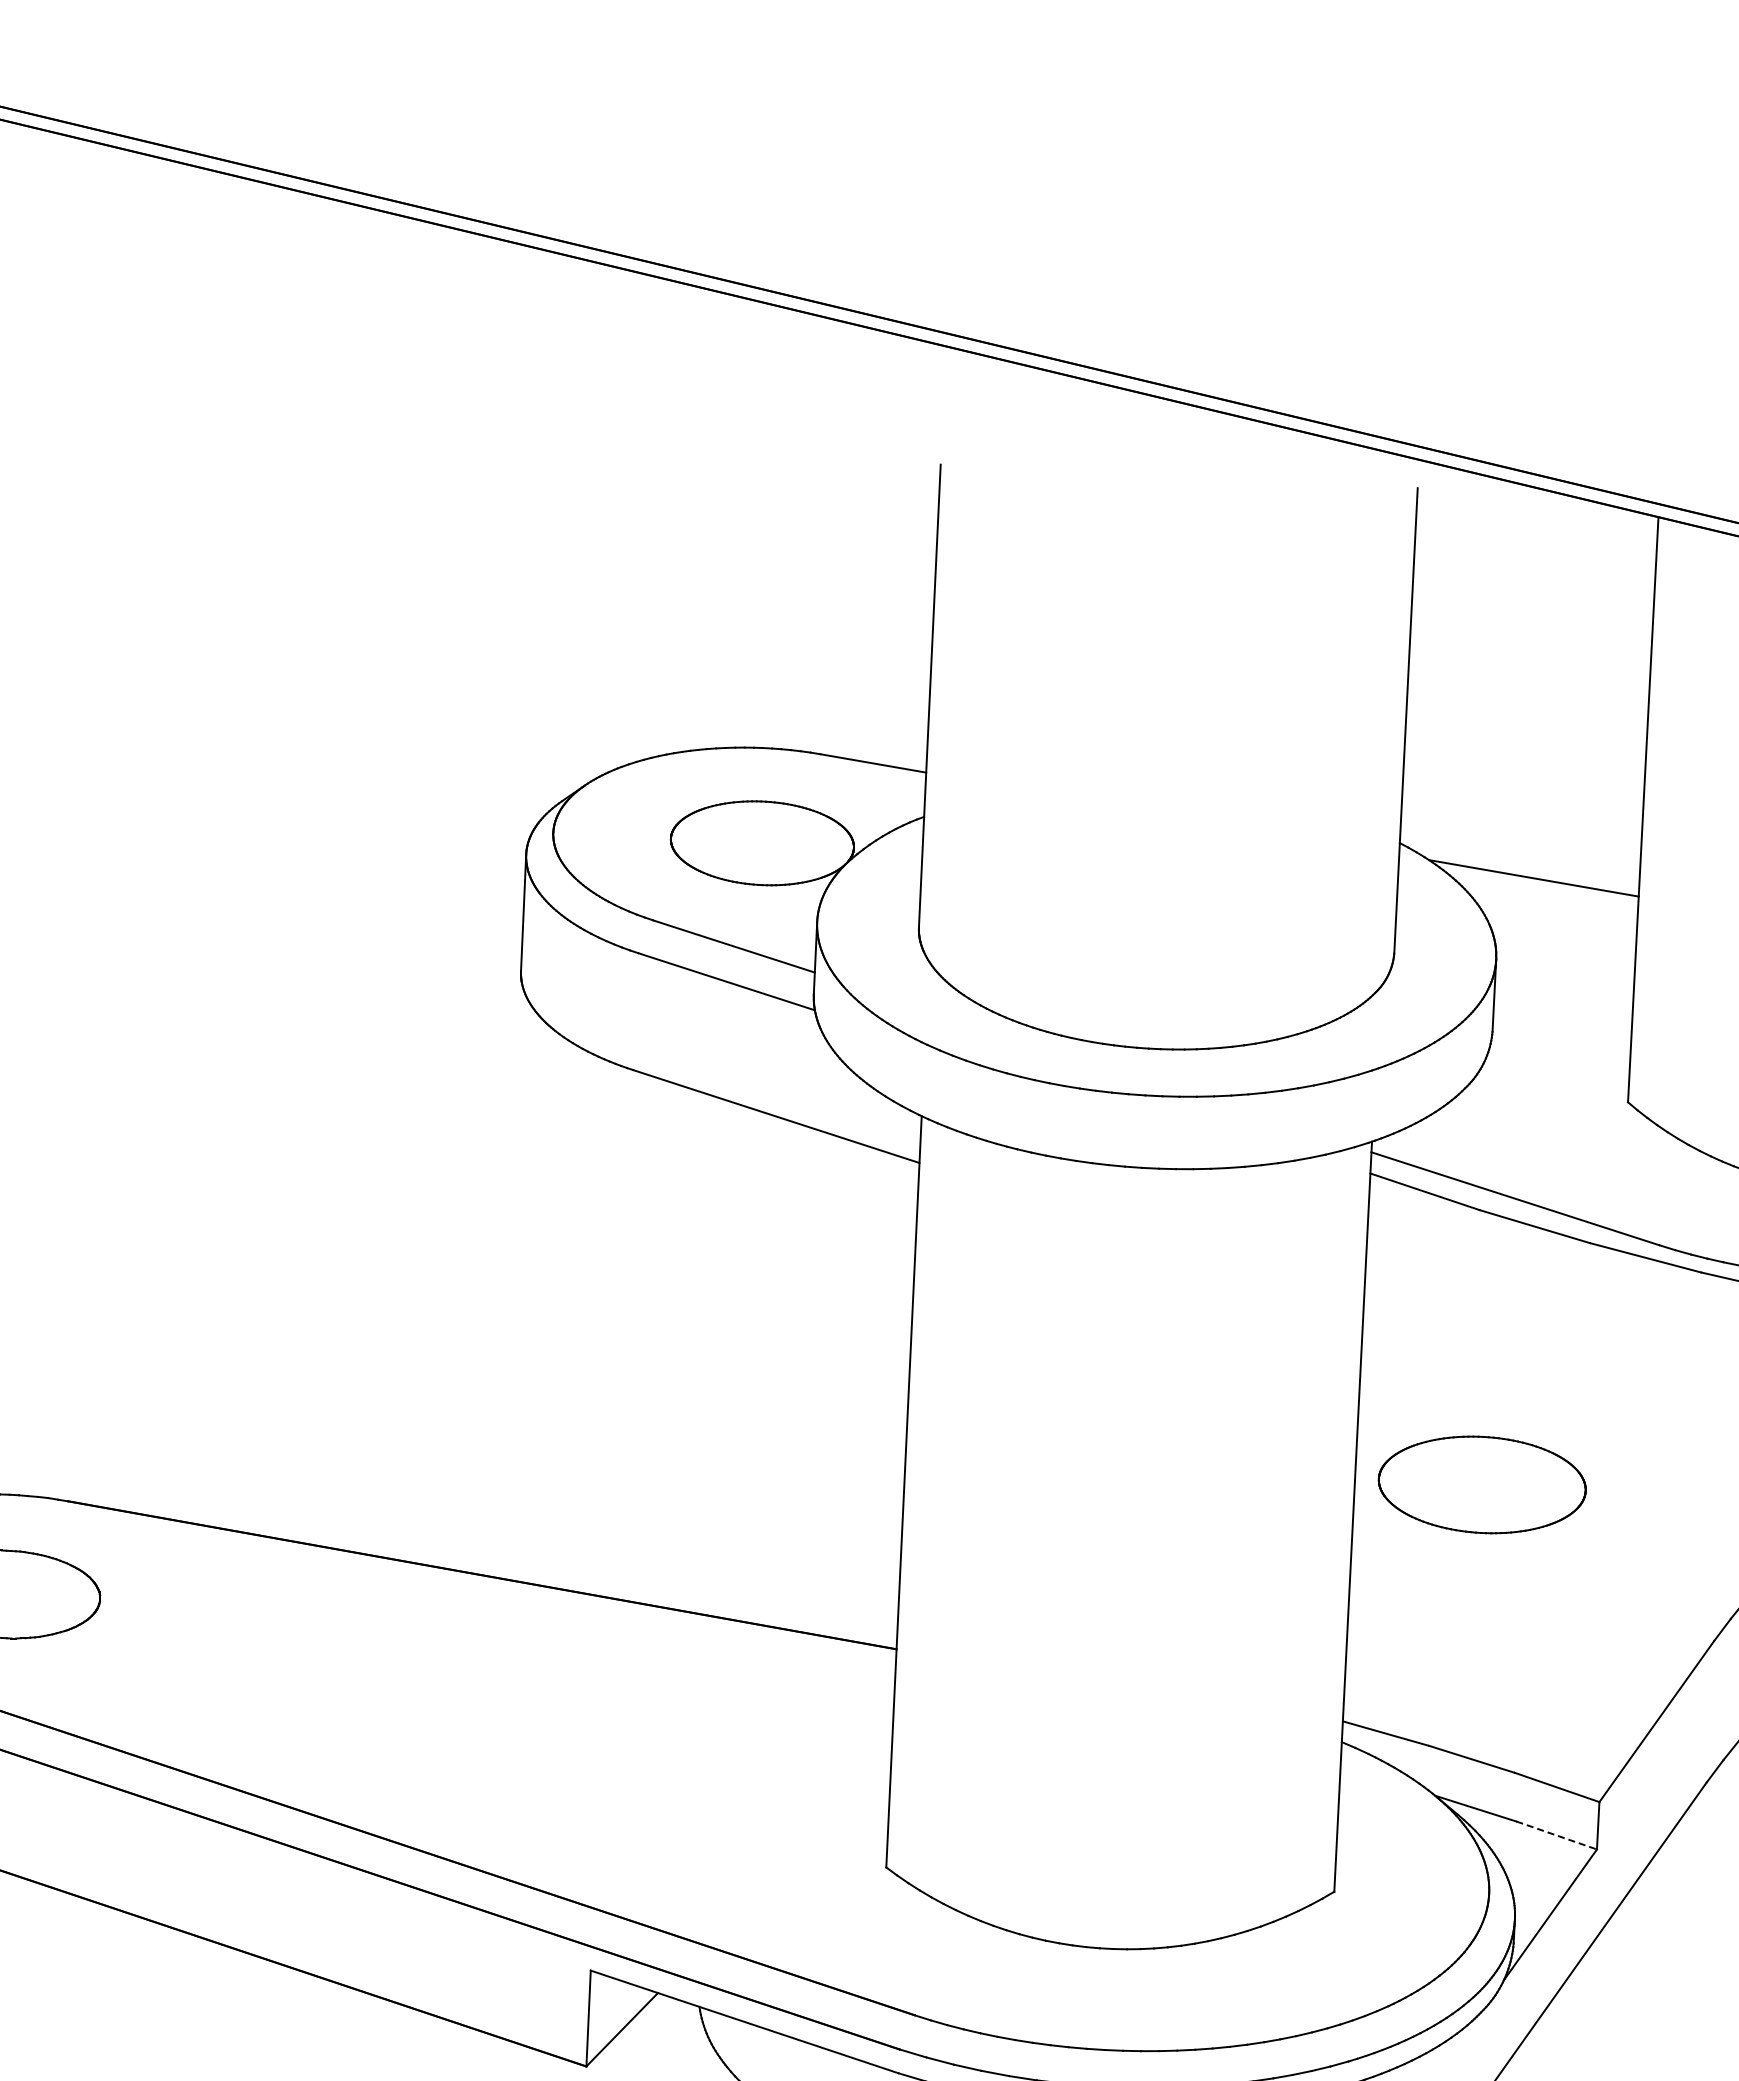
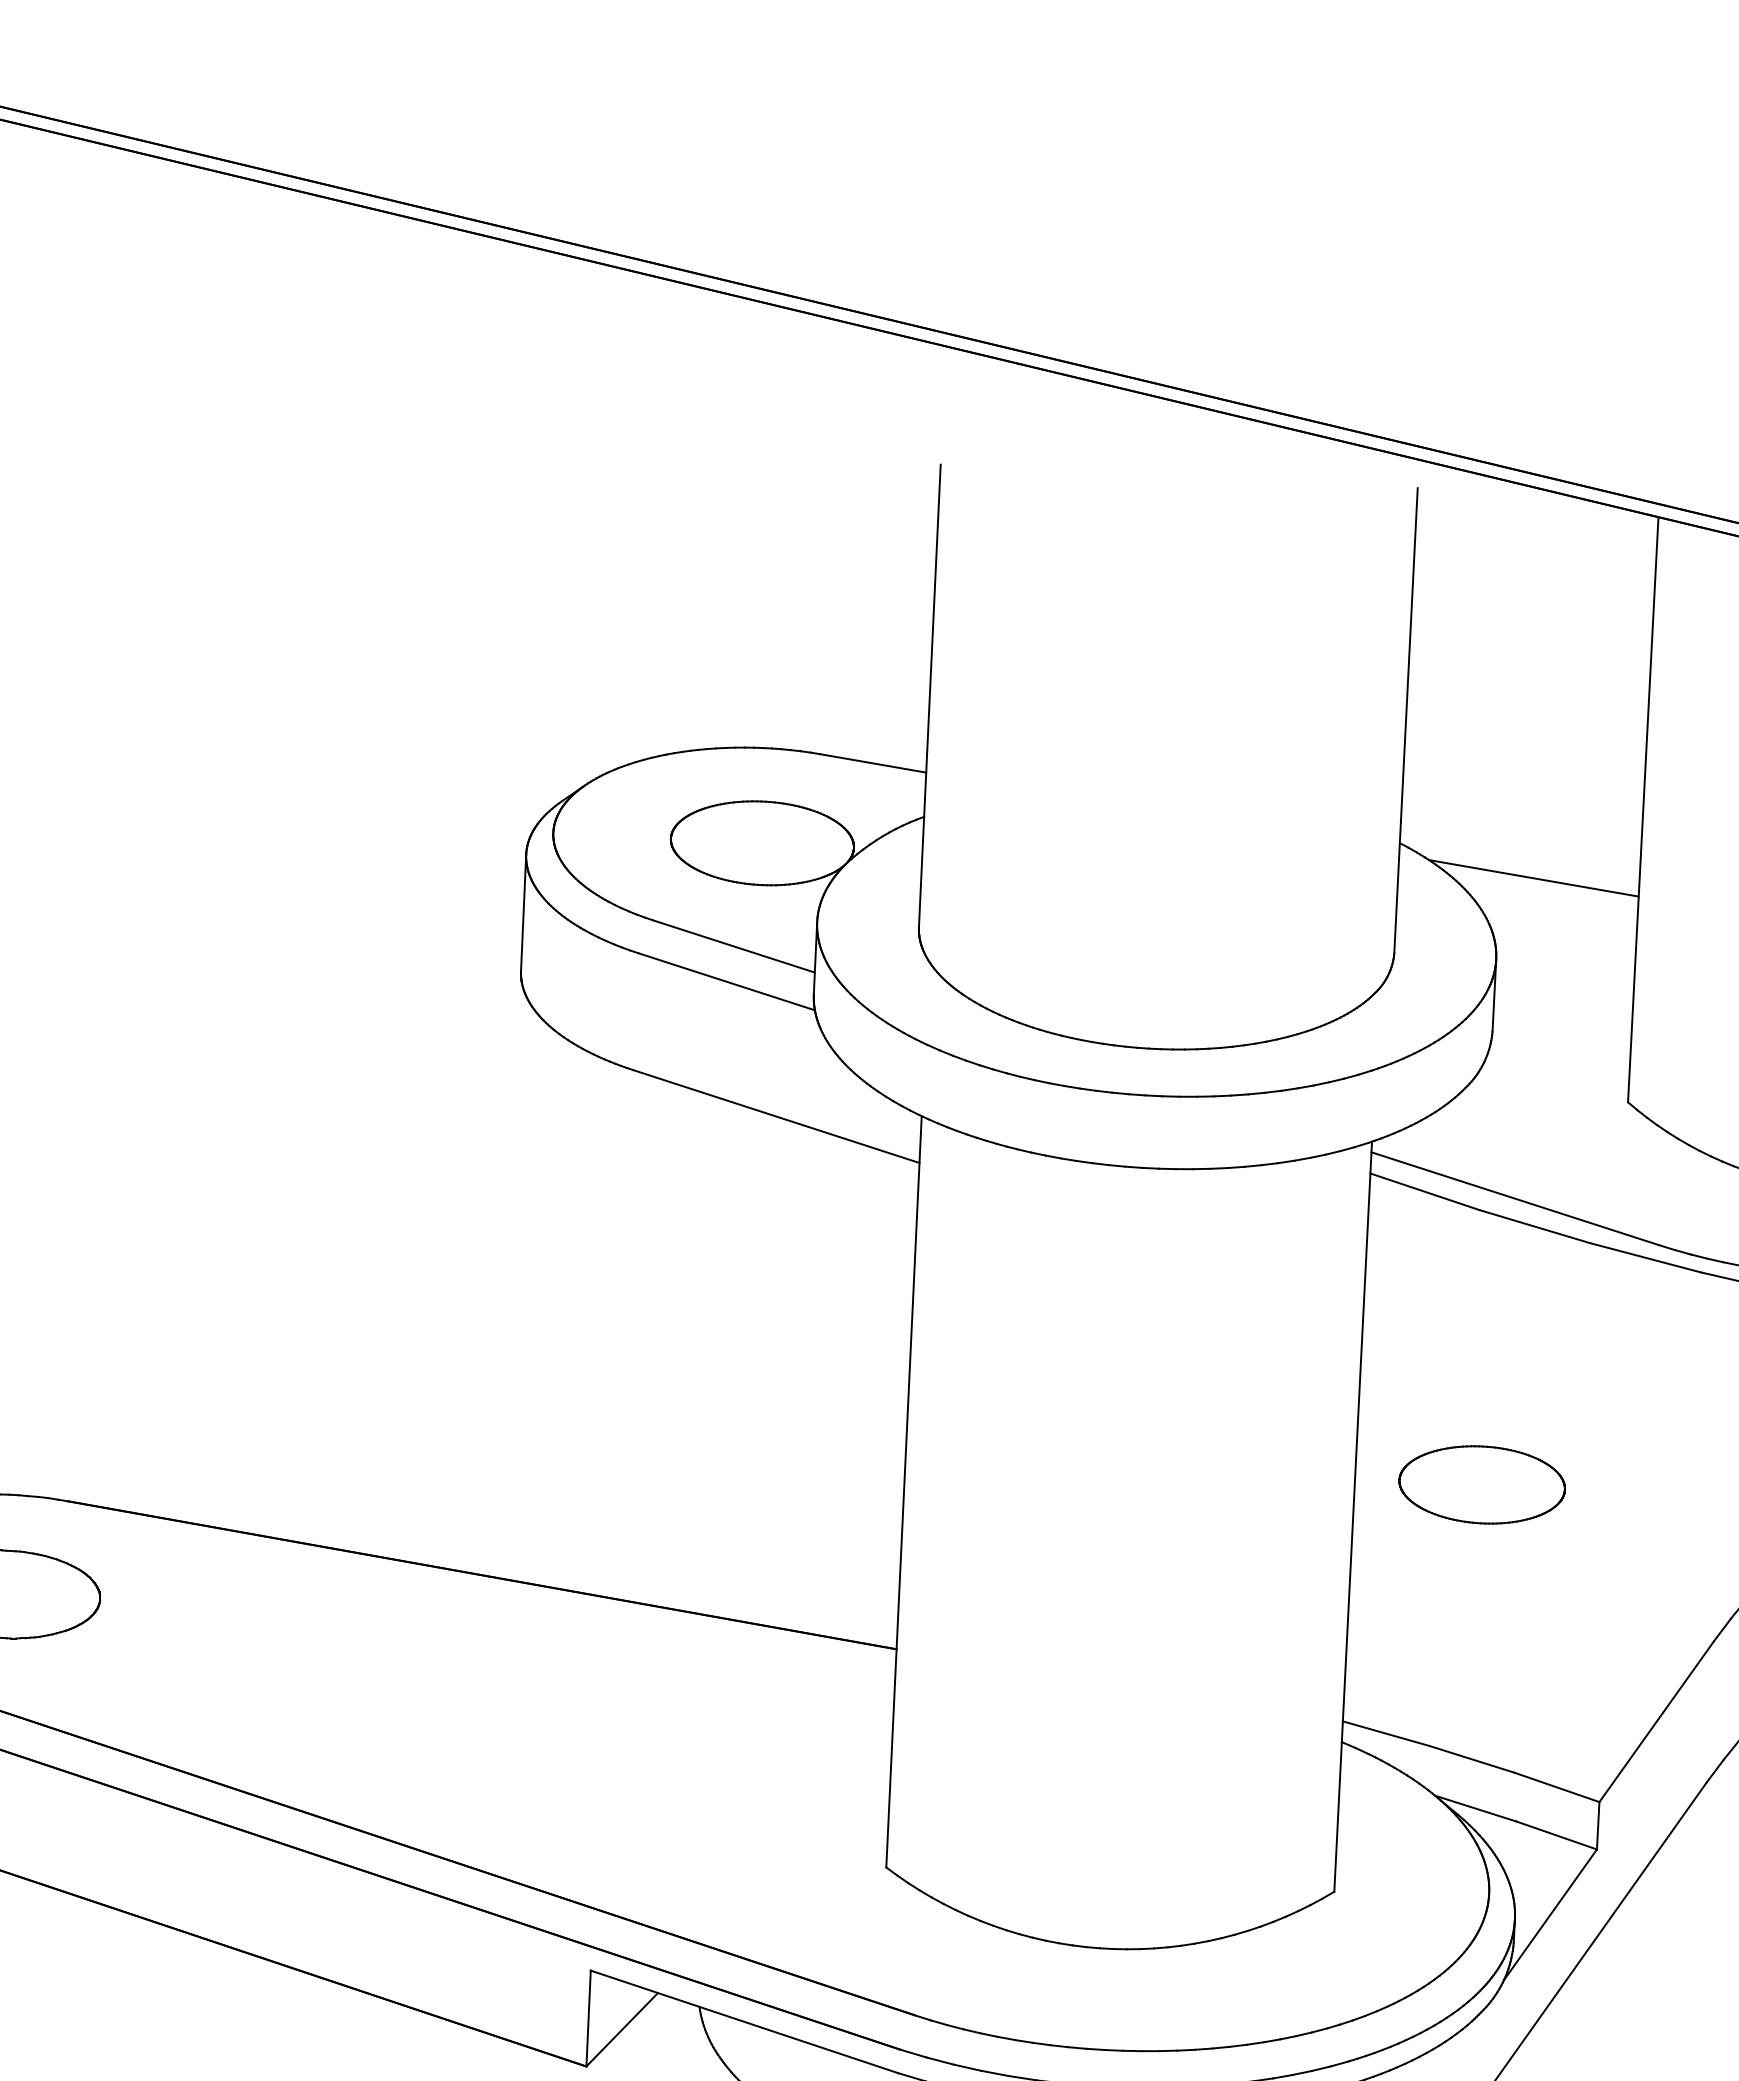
part at (1481, 1484) size: 210x100 px -> 168x80 px
line at (1556, 1835): dashed -> solid
